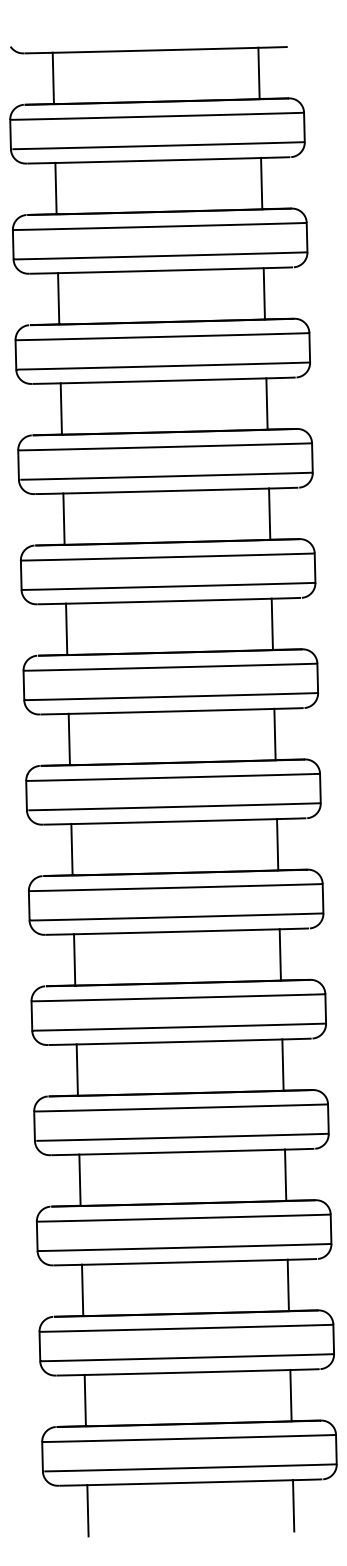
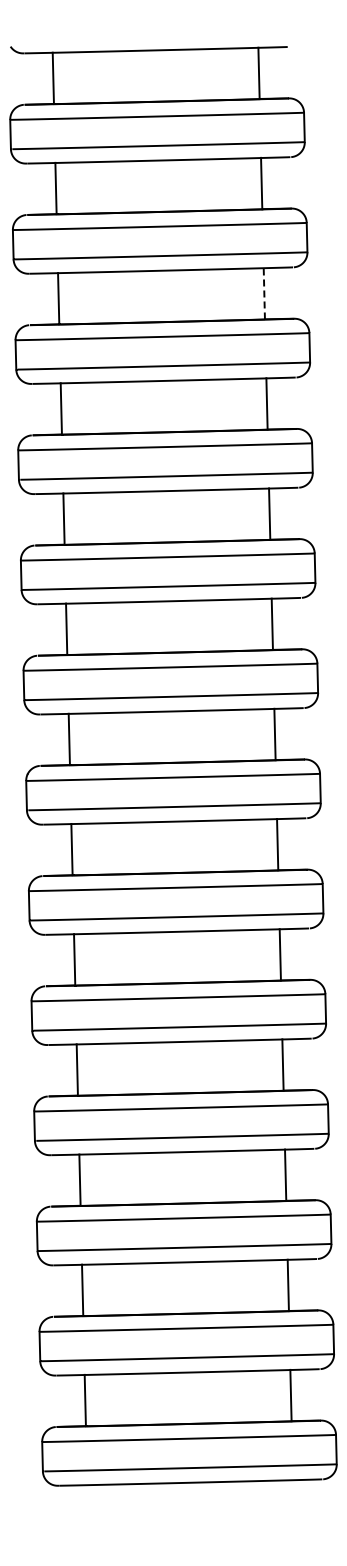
line at (264, 293): solid -> dashed
line at (293, 1505): present -> none
line at (87, 1510): present -> none
